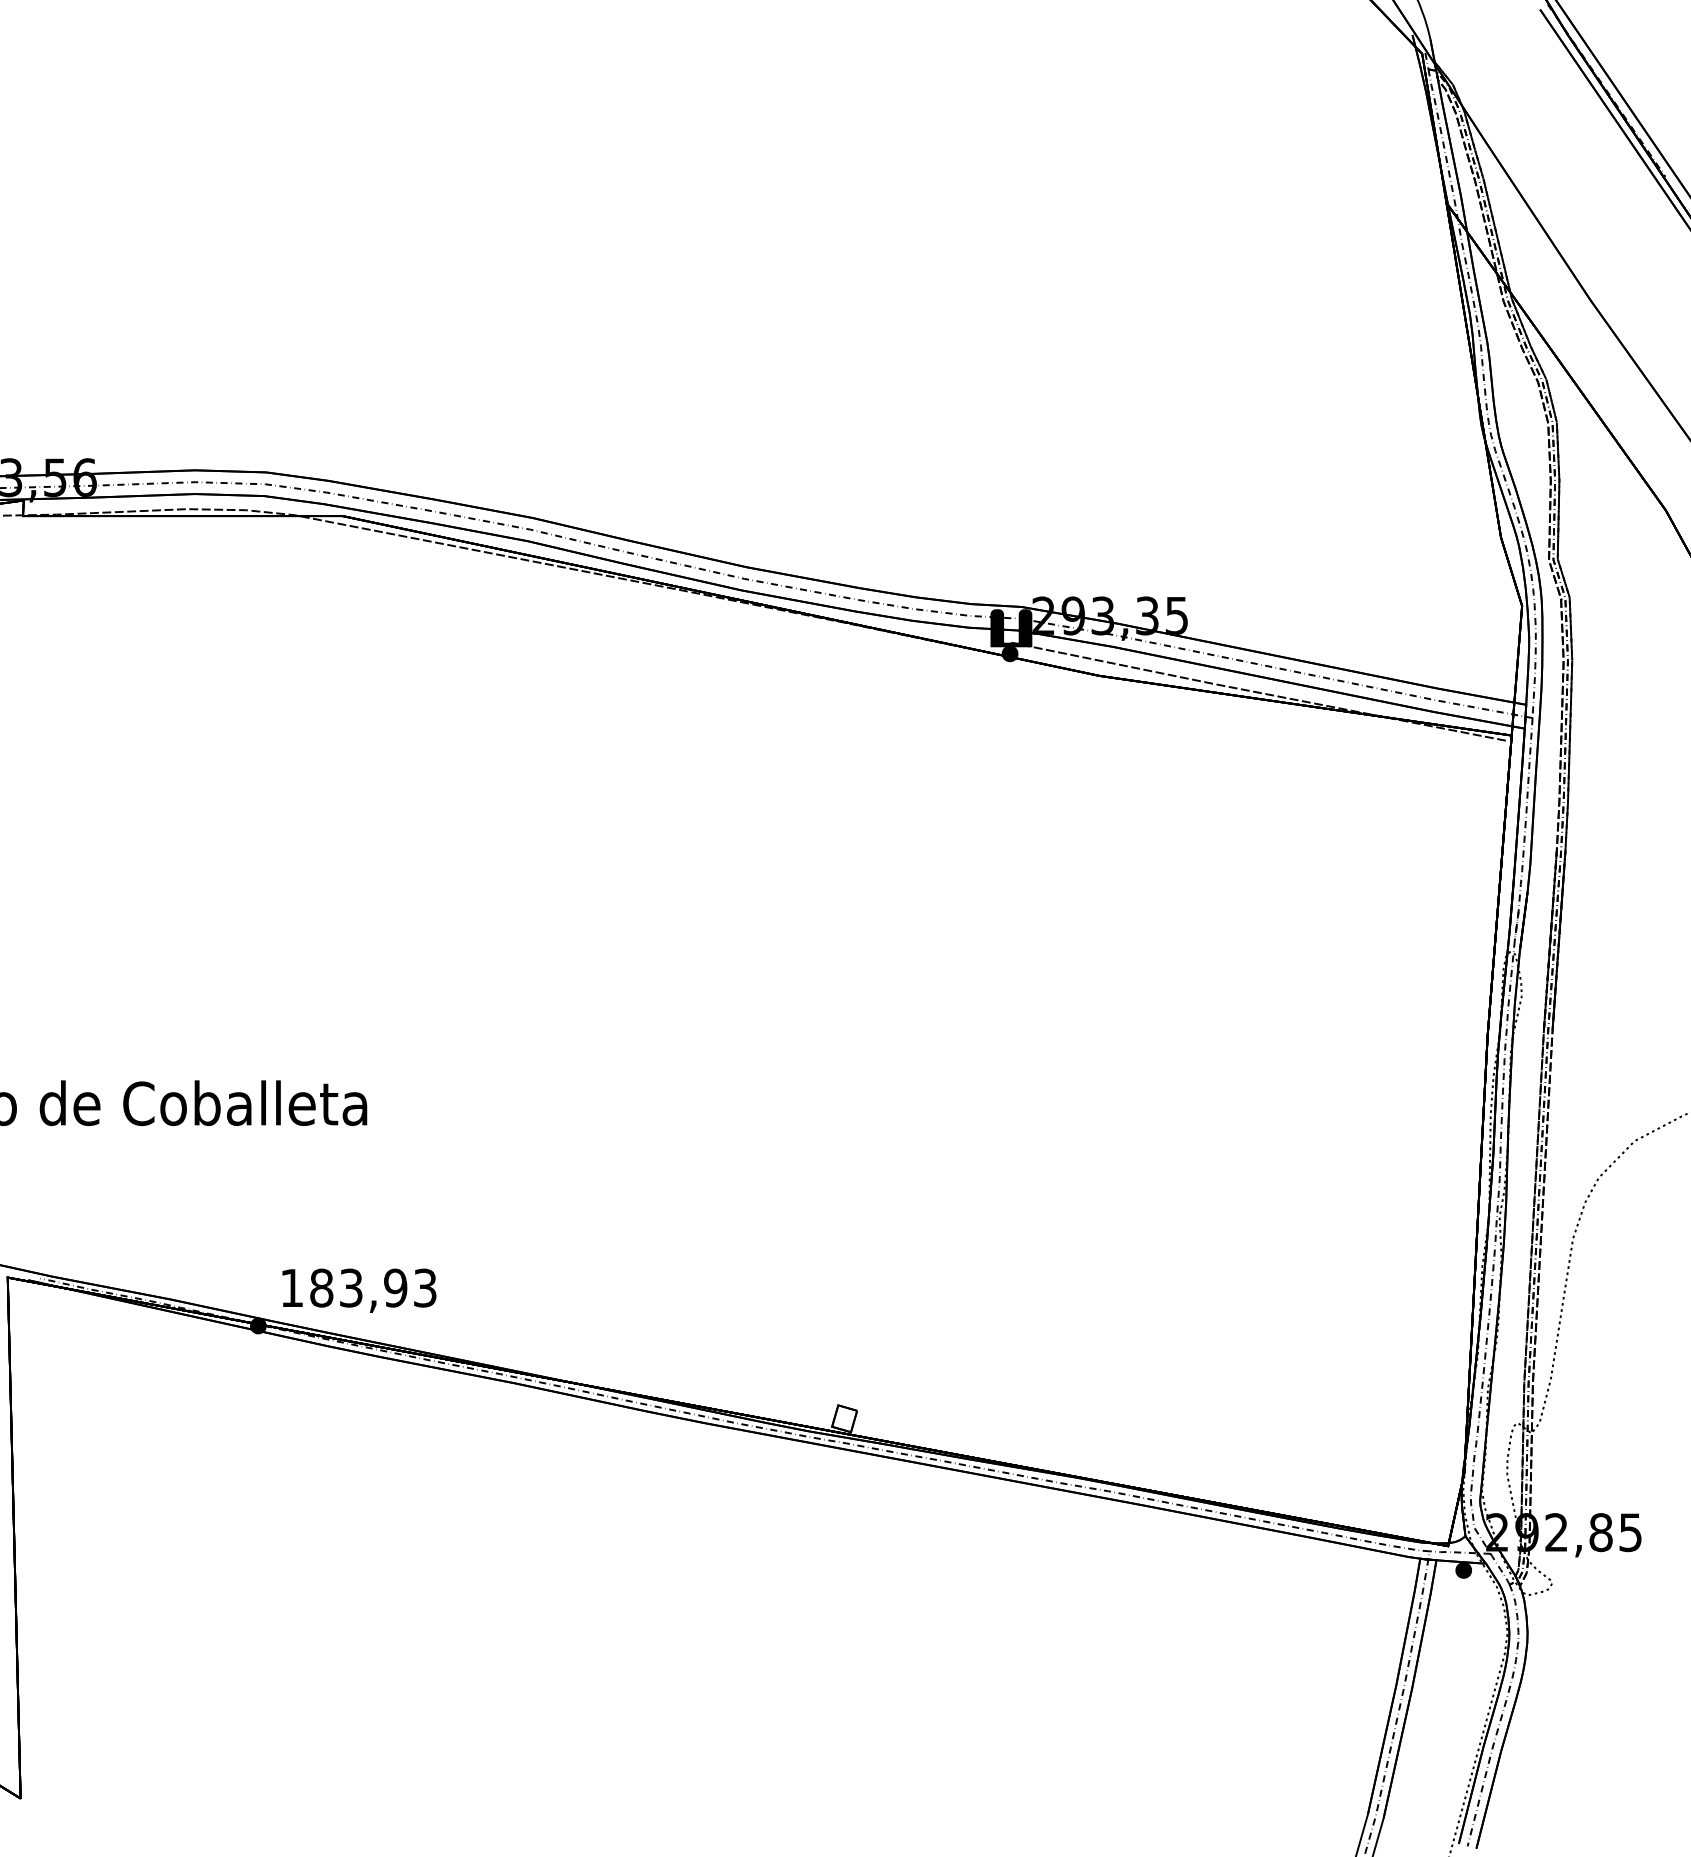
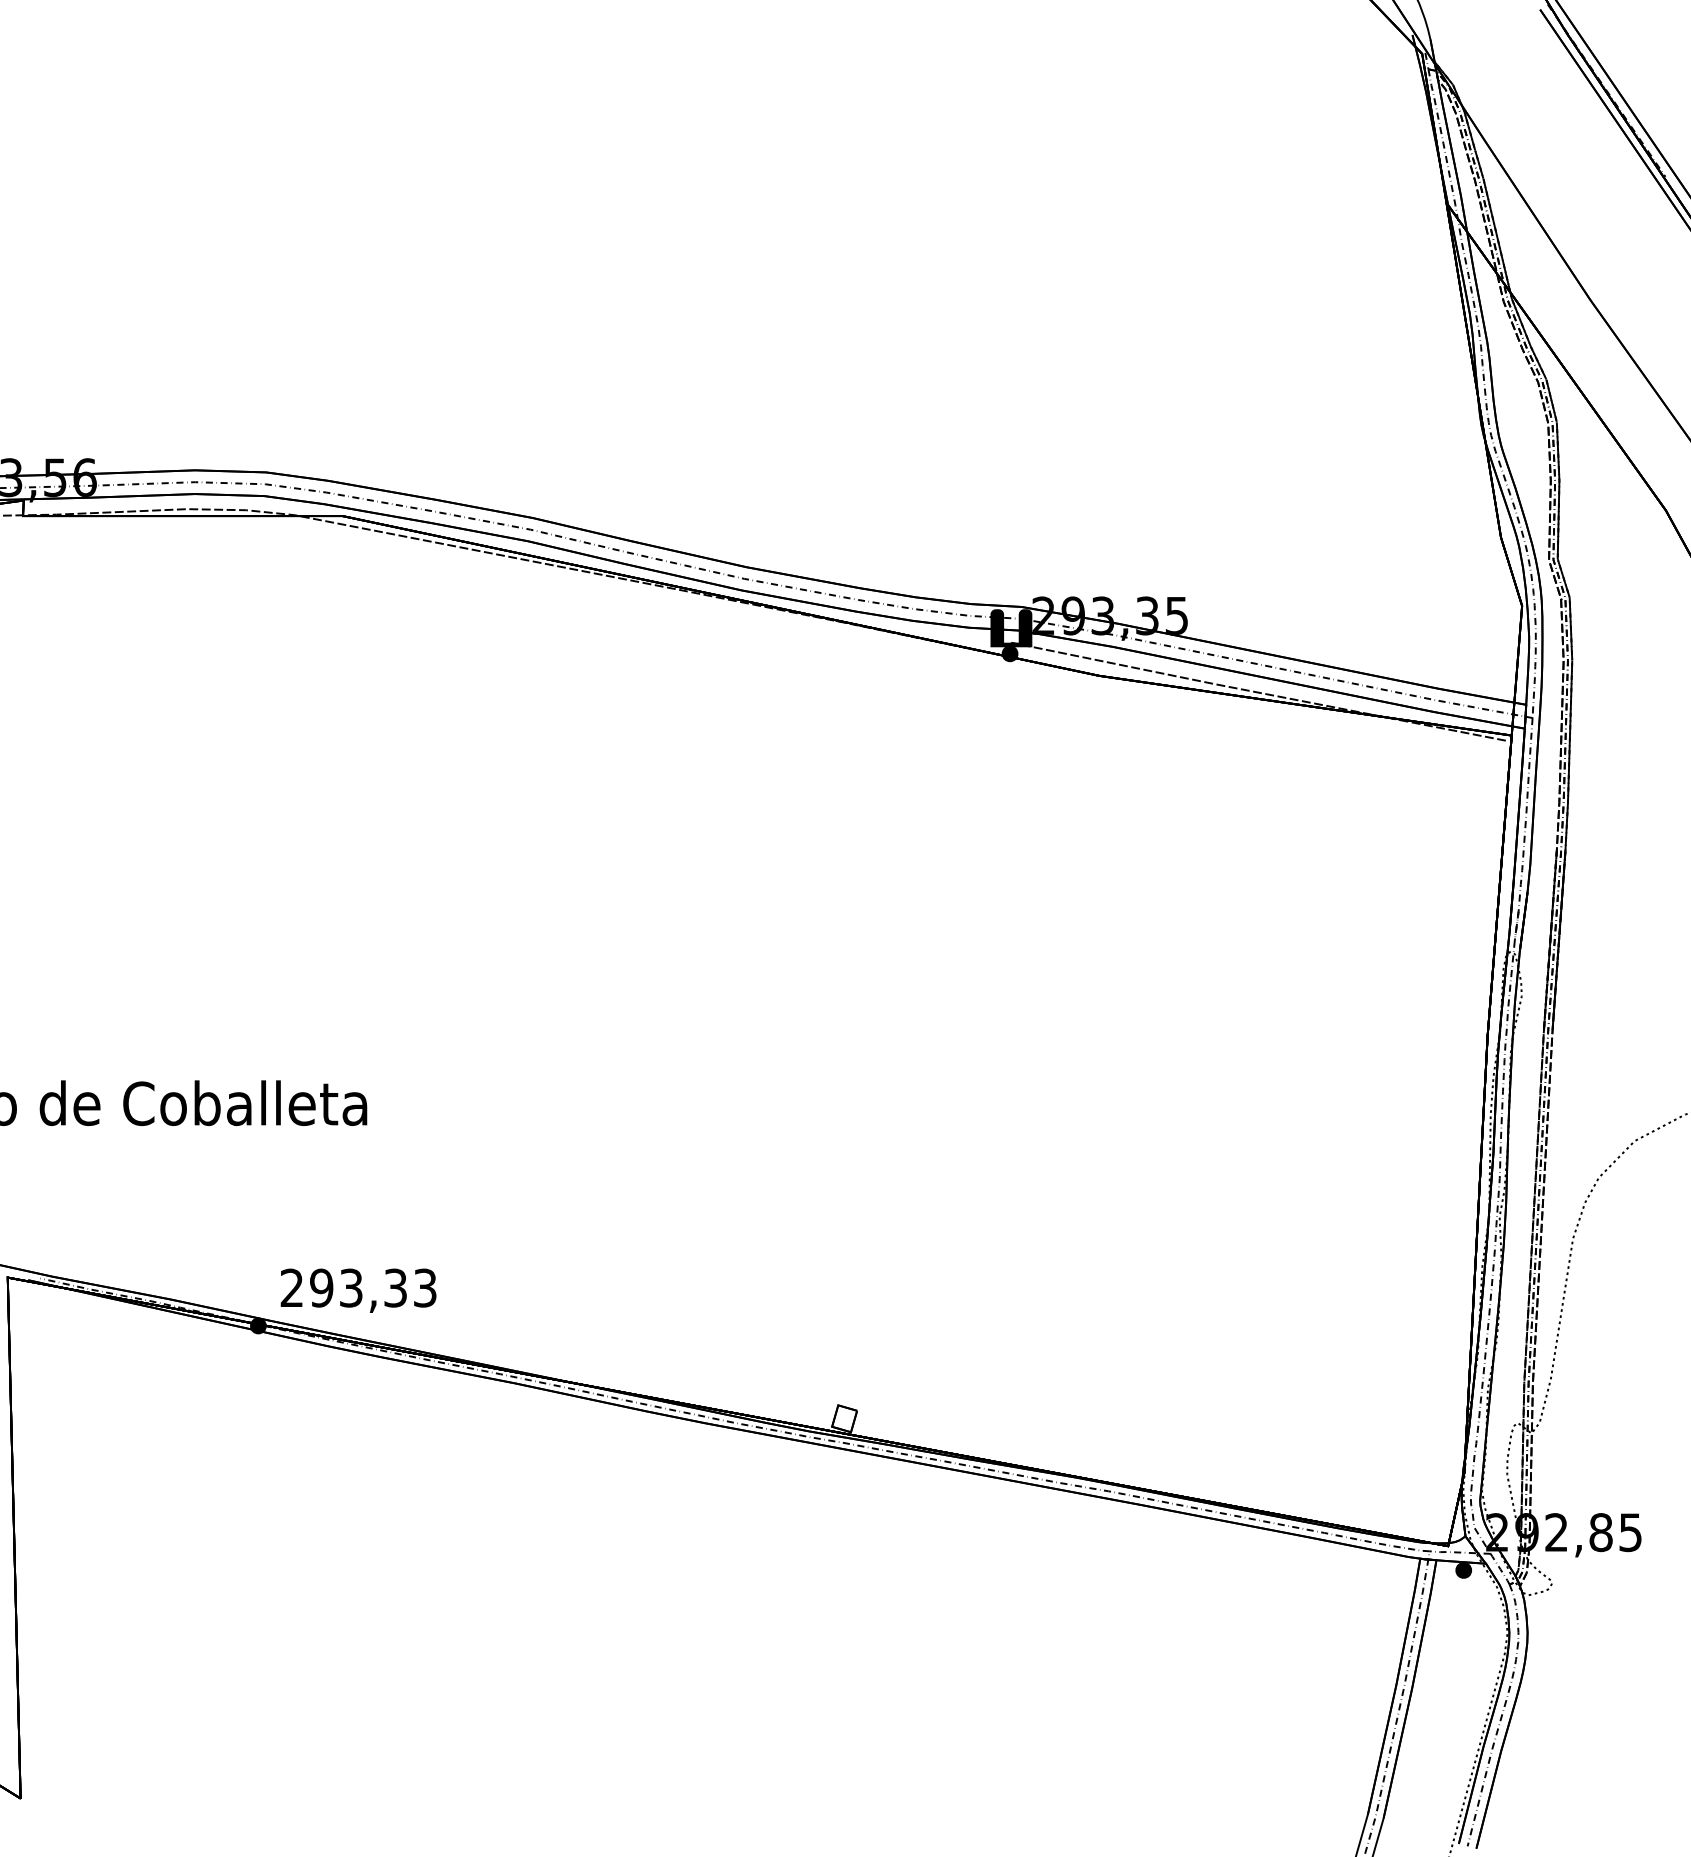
text at (343, 1287): 183,93 -> 293,33
